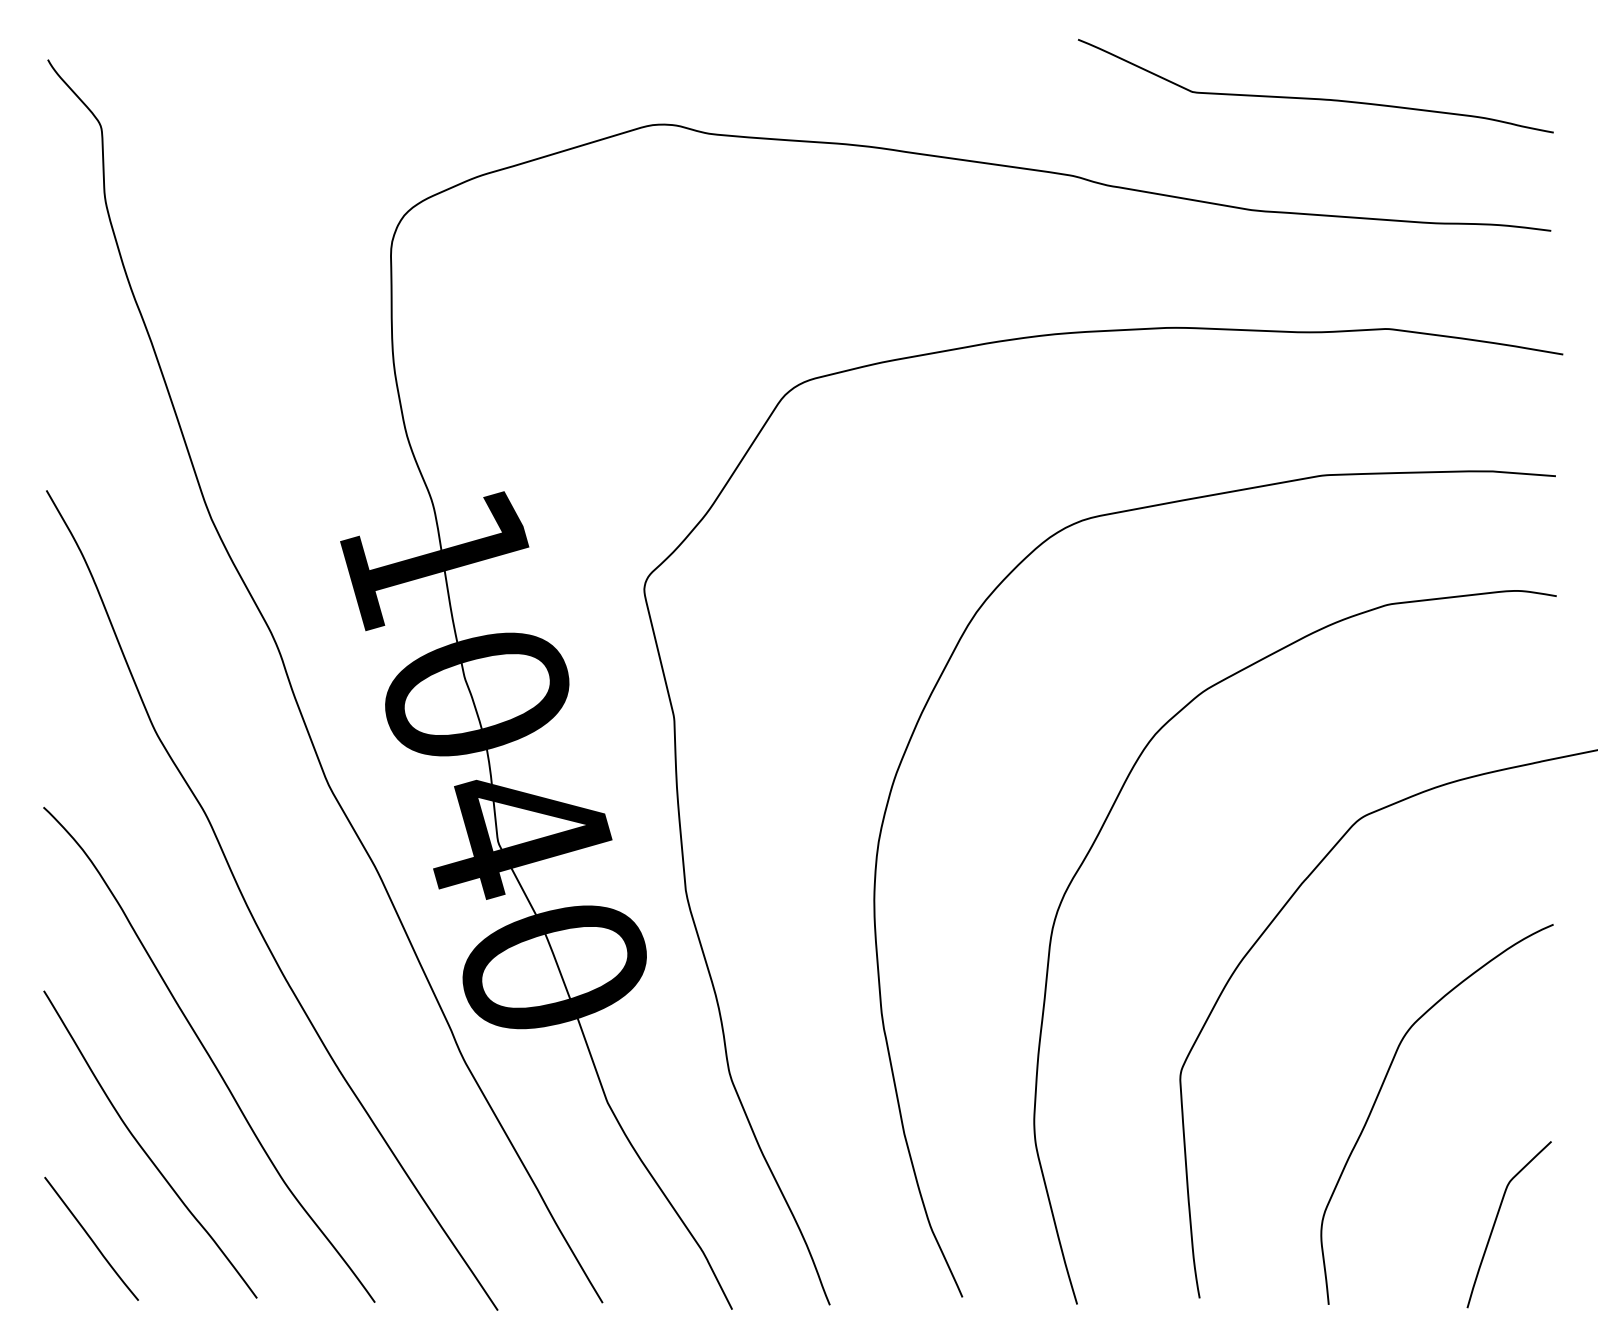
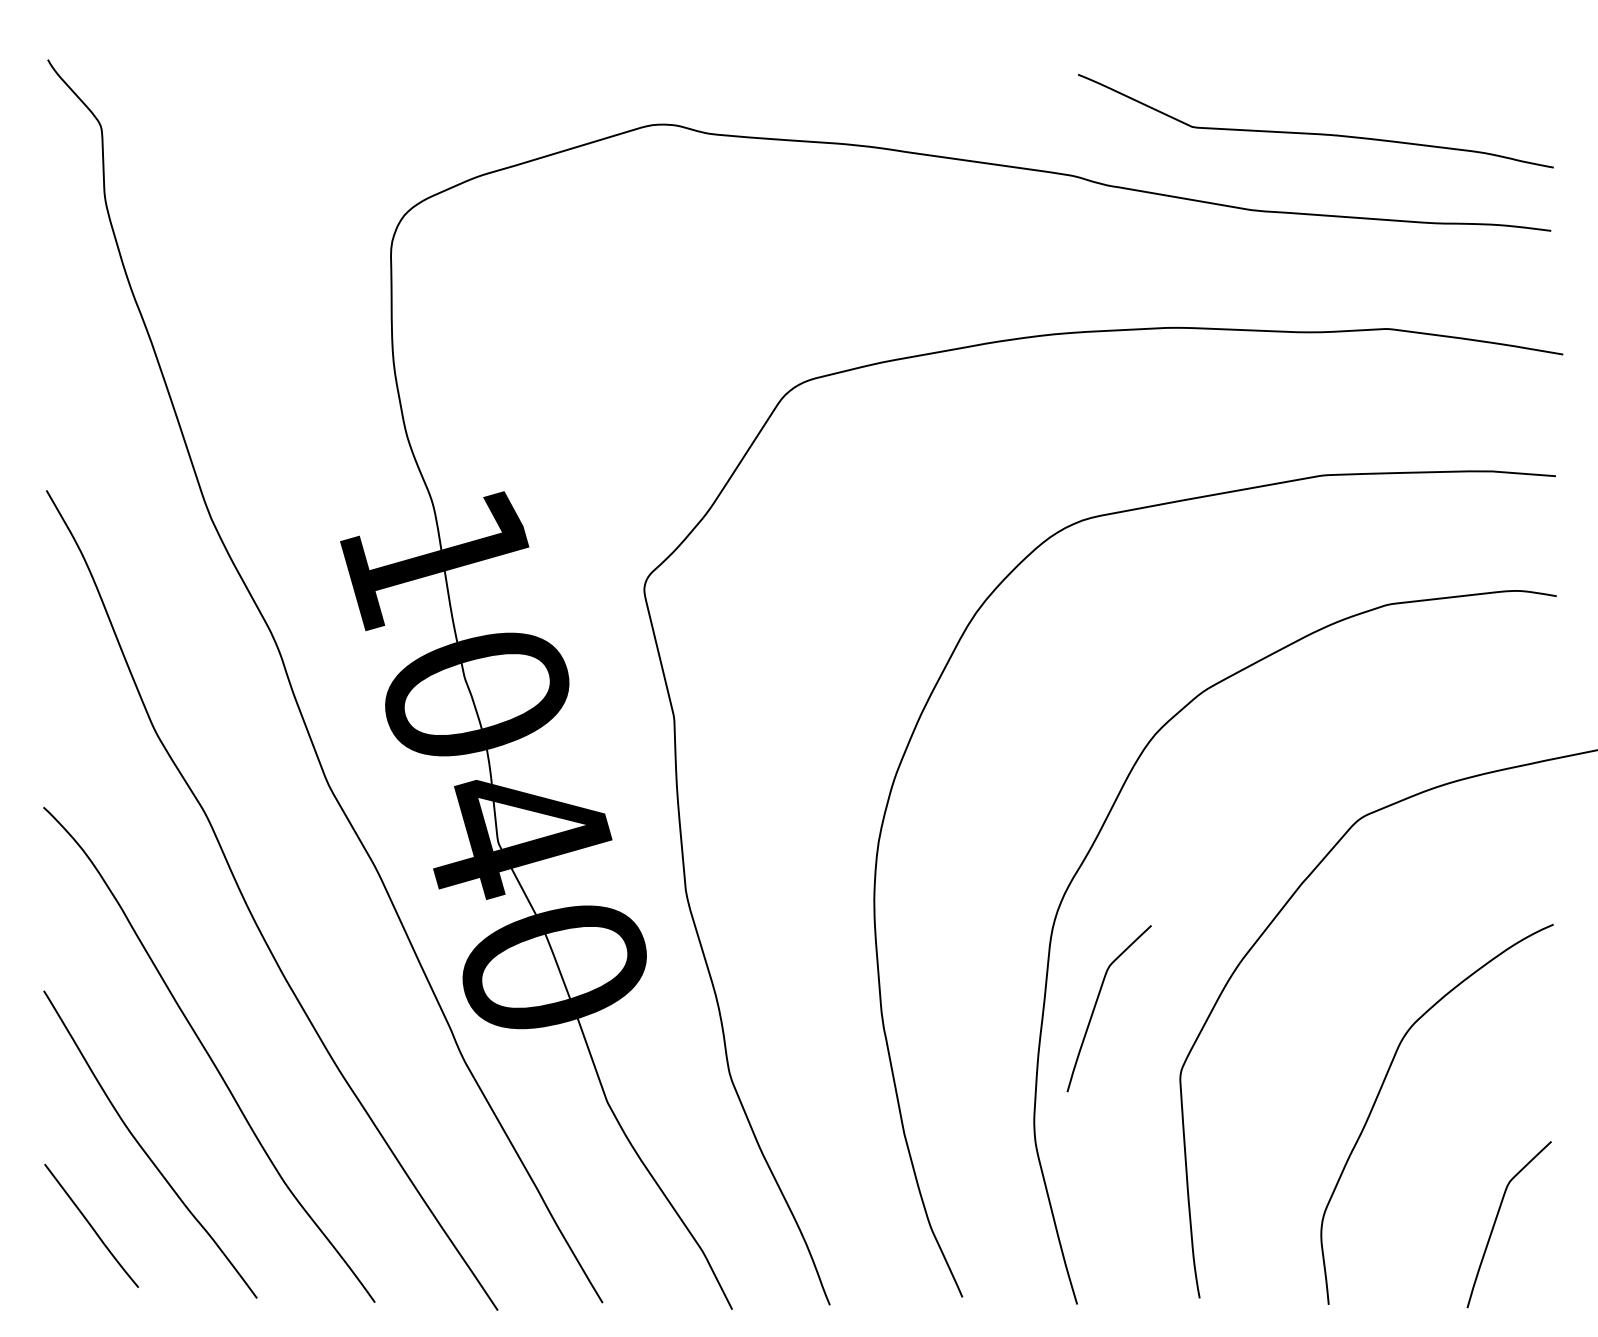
curve at (1311, 97) position: (1311, 97) -> (1311, 132)
curve at (1096, 1005): none -> present
curve at (91, 1238) position: (91, 1238) -> (91, 1225)
